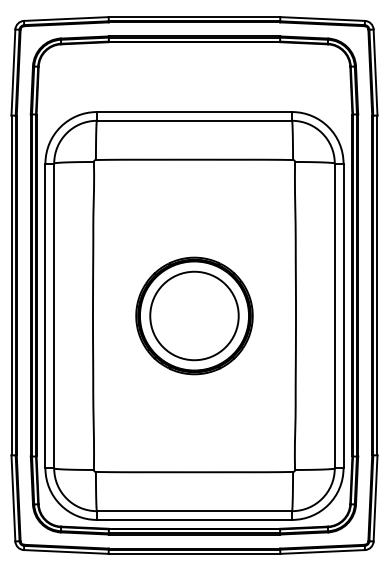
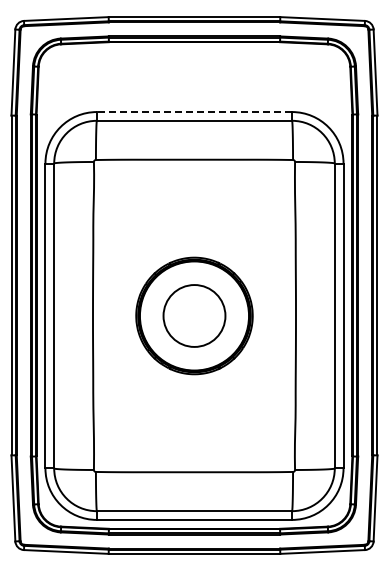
line at (194, 112): solid -> dashed
circle at (194, 315) diameter: 88 px -> 62 px
